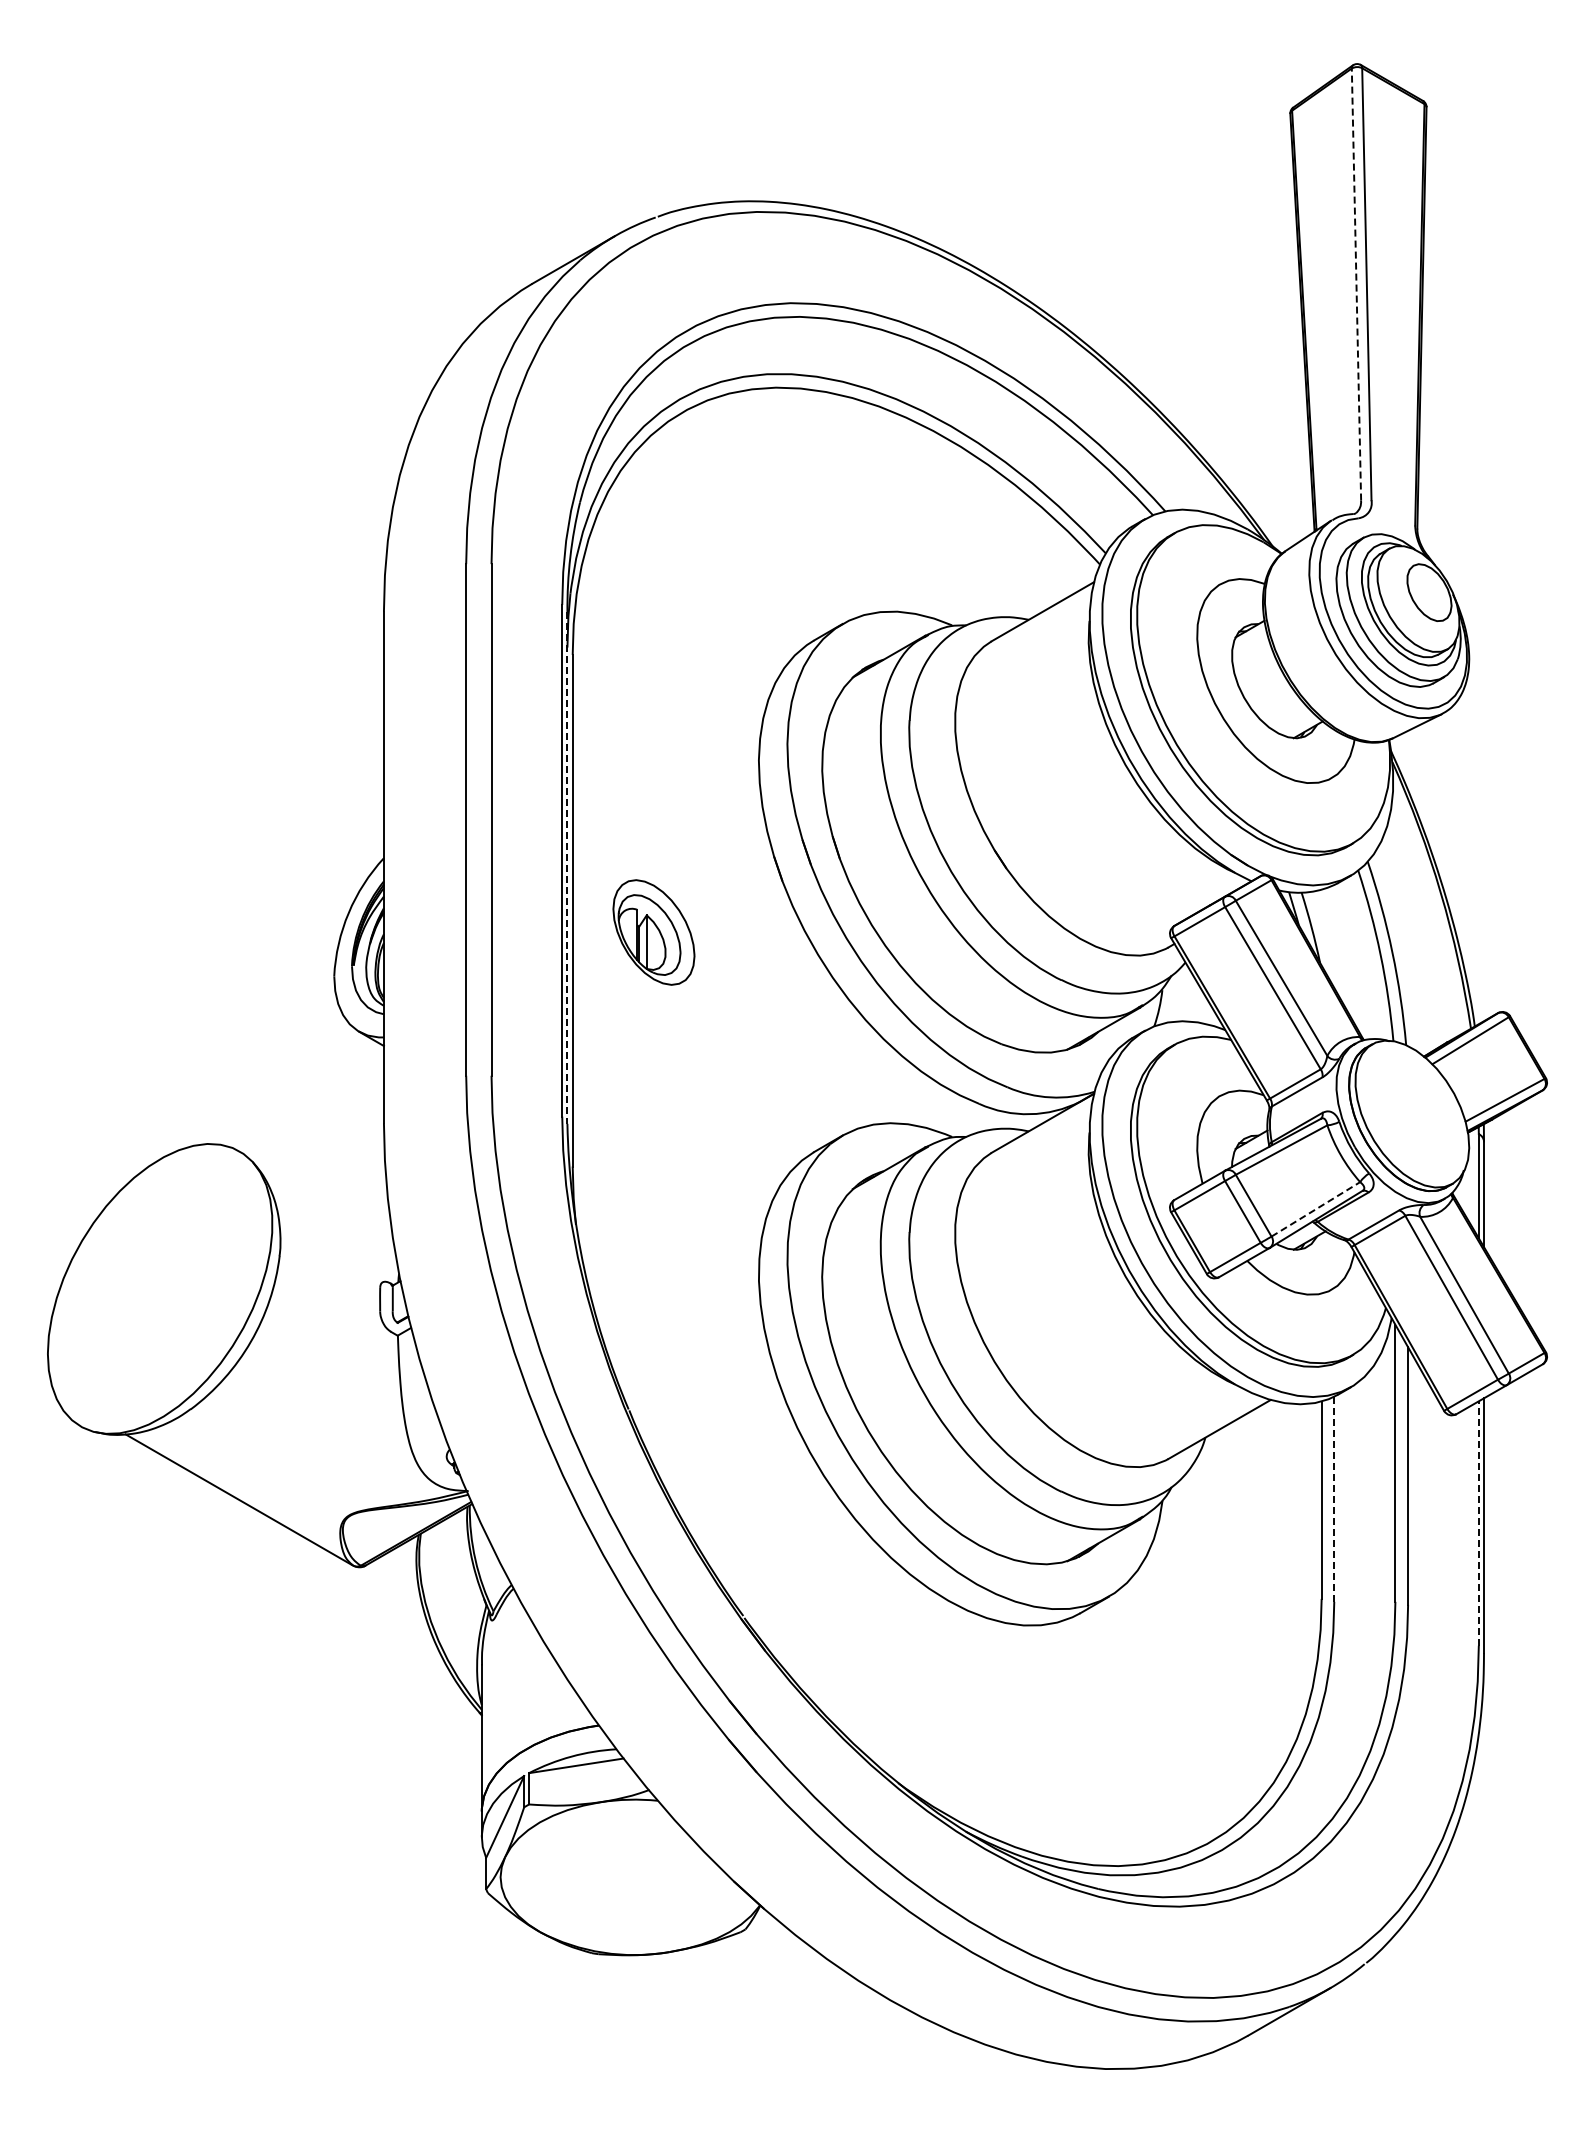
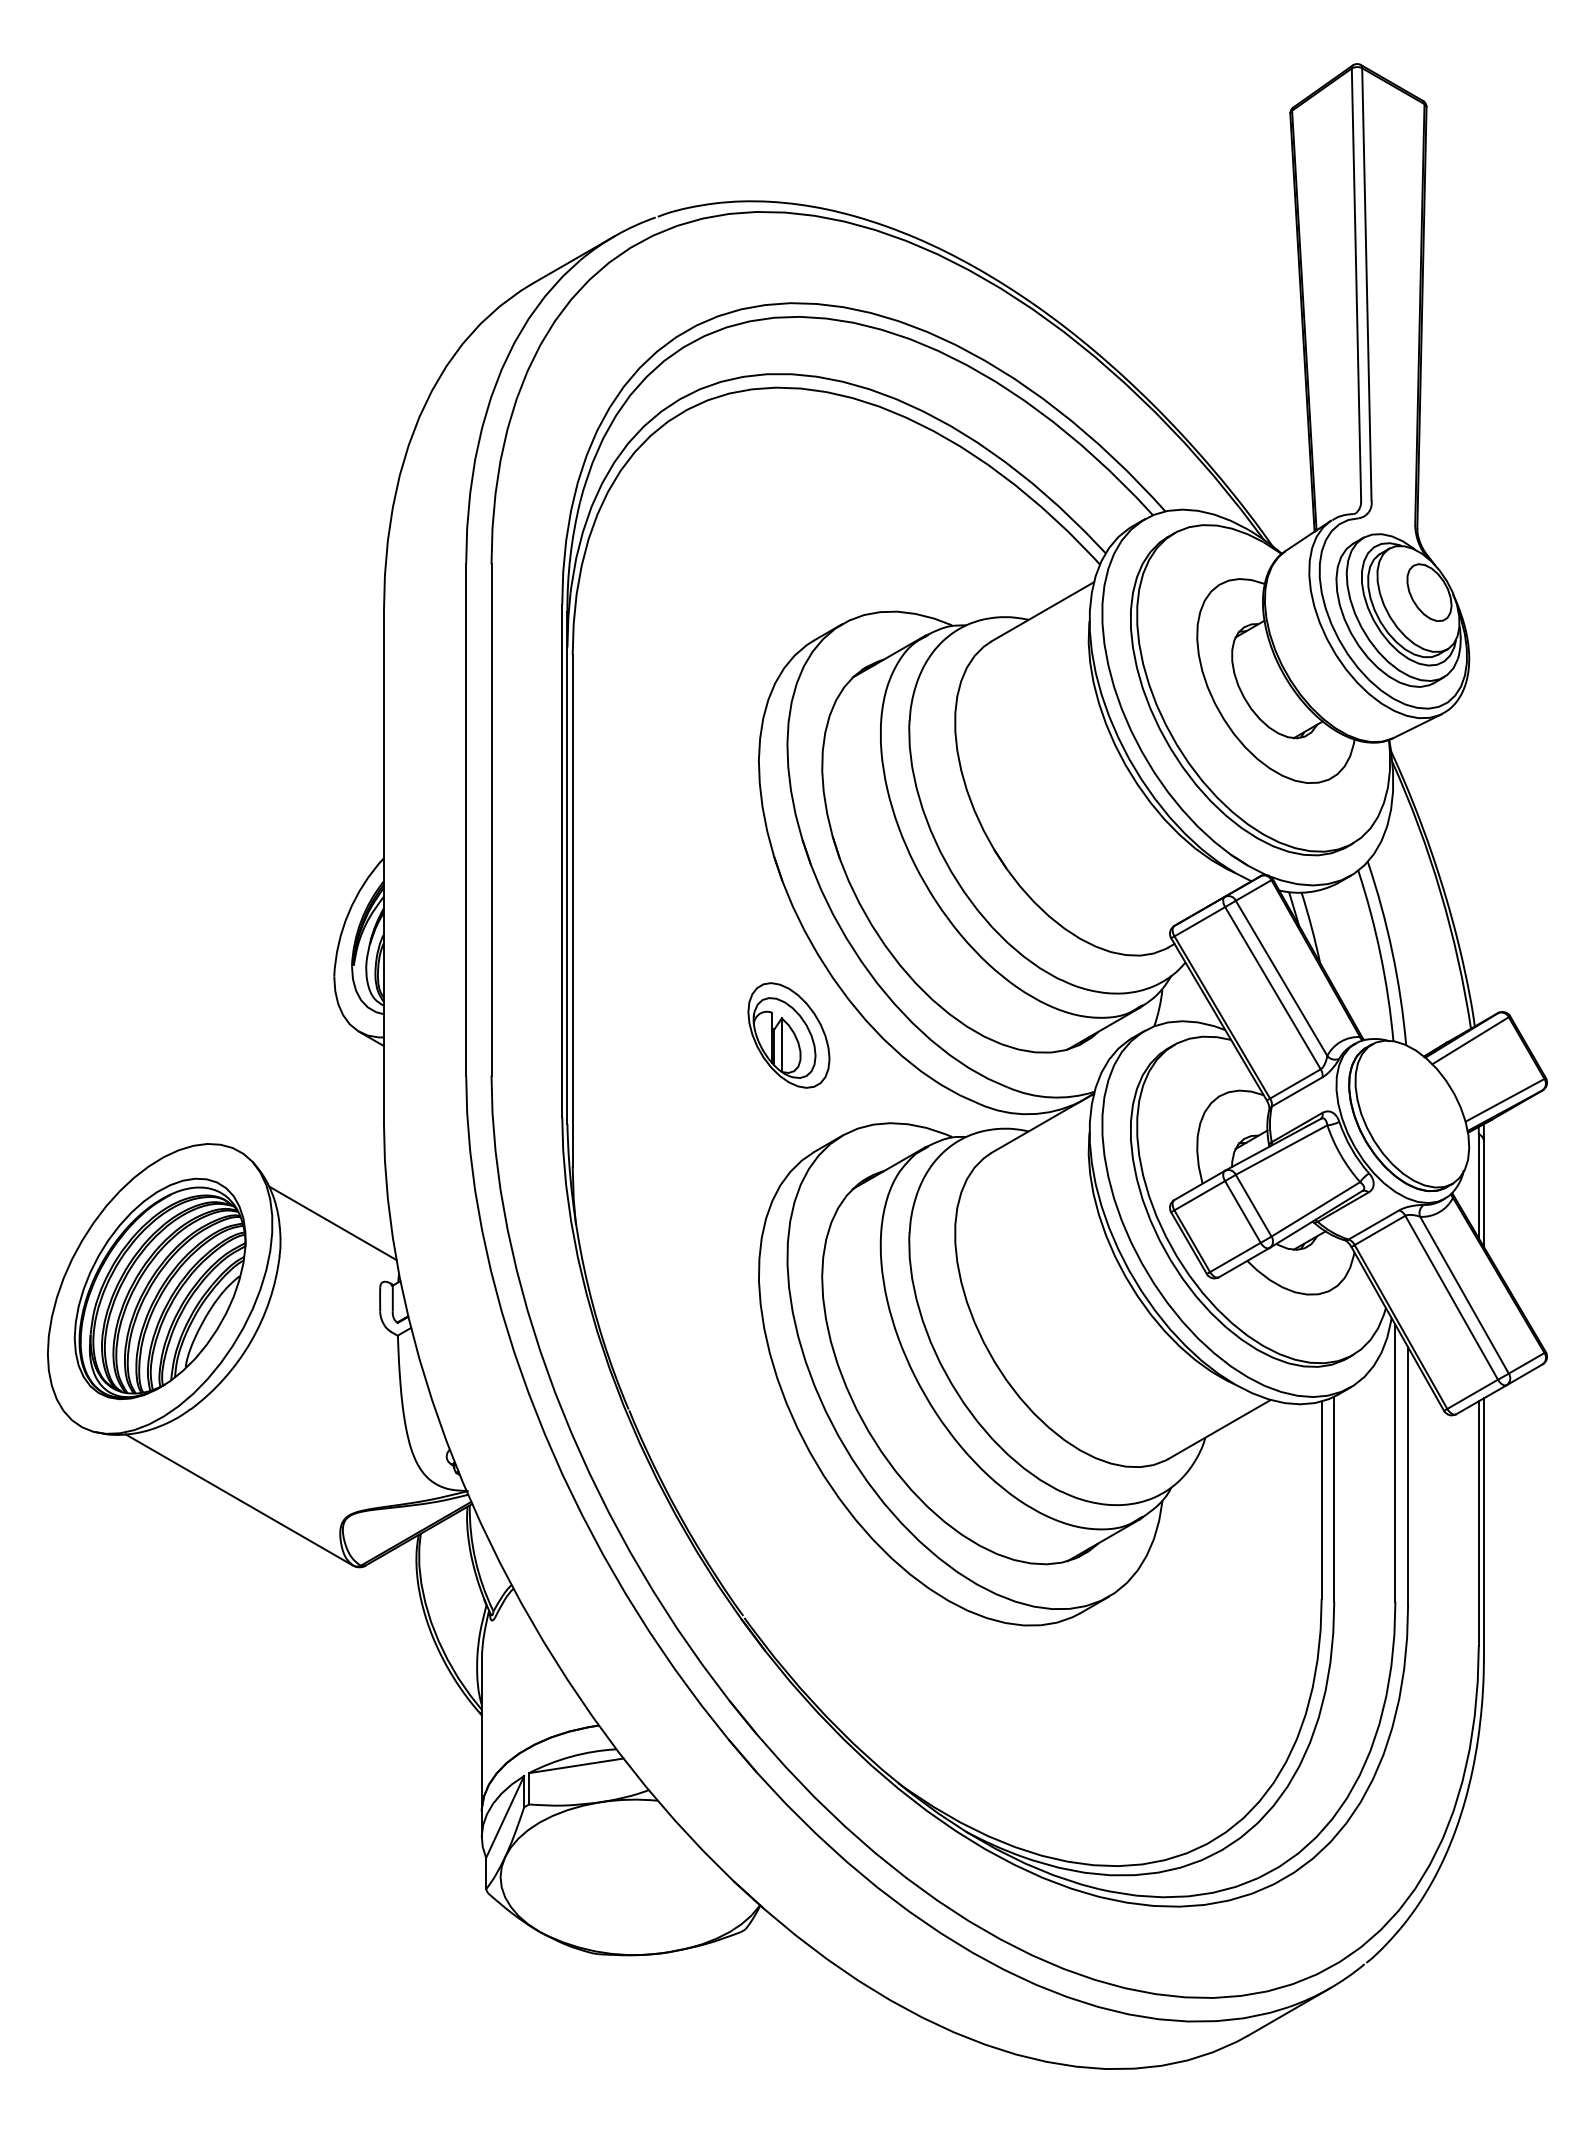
line at (1356, 284): dashed -> solid
line at (567, 868): dashed -> solid
part at (653, 932) position: (653, 932) -> (788, 1035)
line at (1315, 1209): dashed -> solid
line at (332, 1223): none -> present
part at (159, 1288): none -> present
line at (1334, 1499): dashed -> solid
line at (1478, 1522): dashed -> solid
